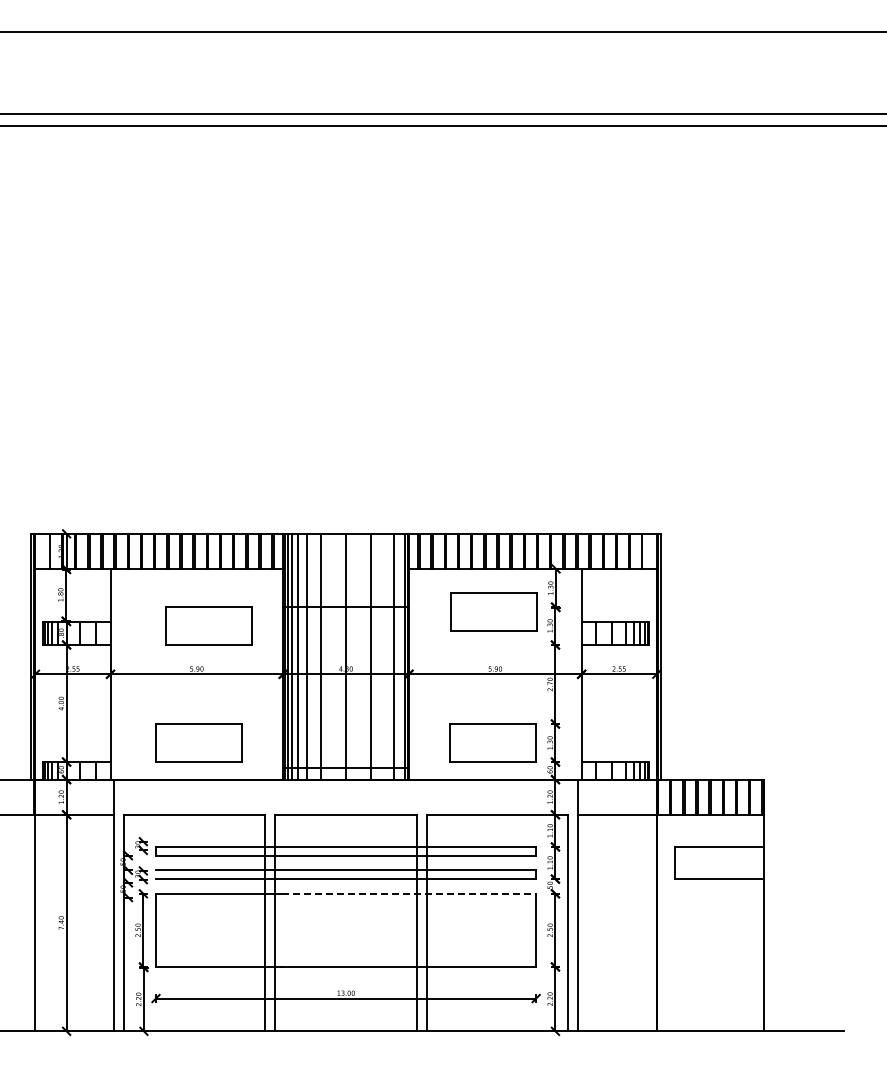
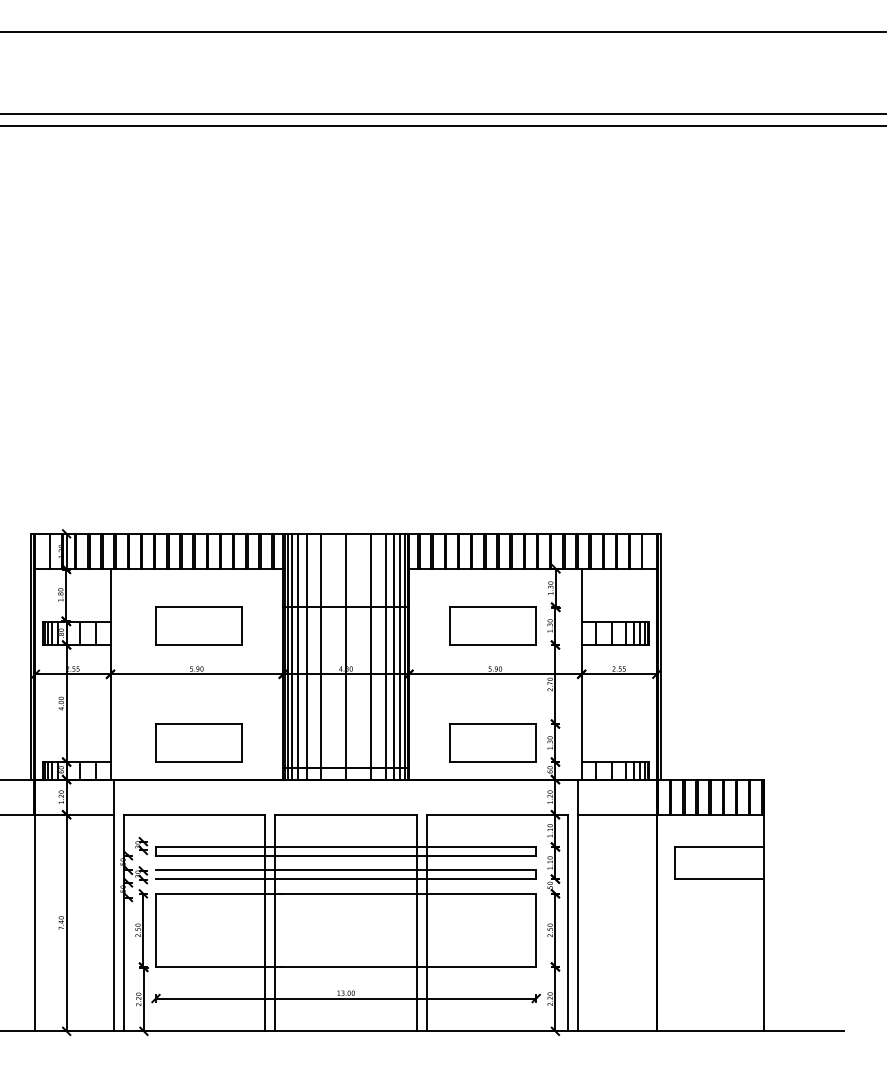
part at (493, 611) position: (493, 611) -> (492, 625)
part at (208, 625) position: (208, 625) -> (198, 625)
line at (385, 656): none -> present
line at (400, 656): none -> present
line at (409, 893): dashed -> solid
